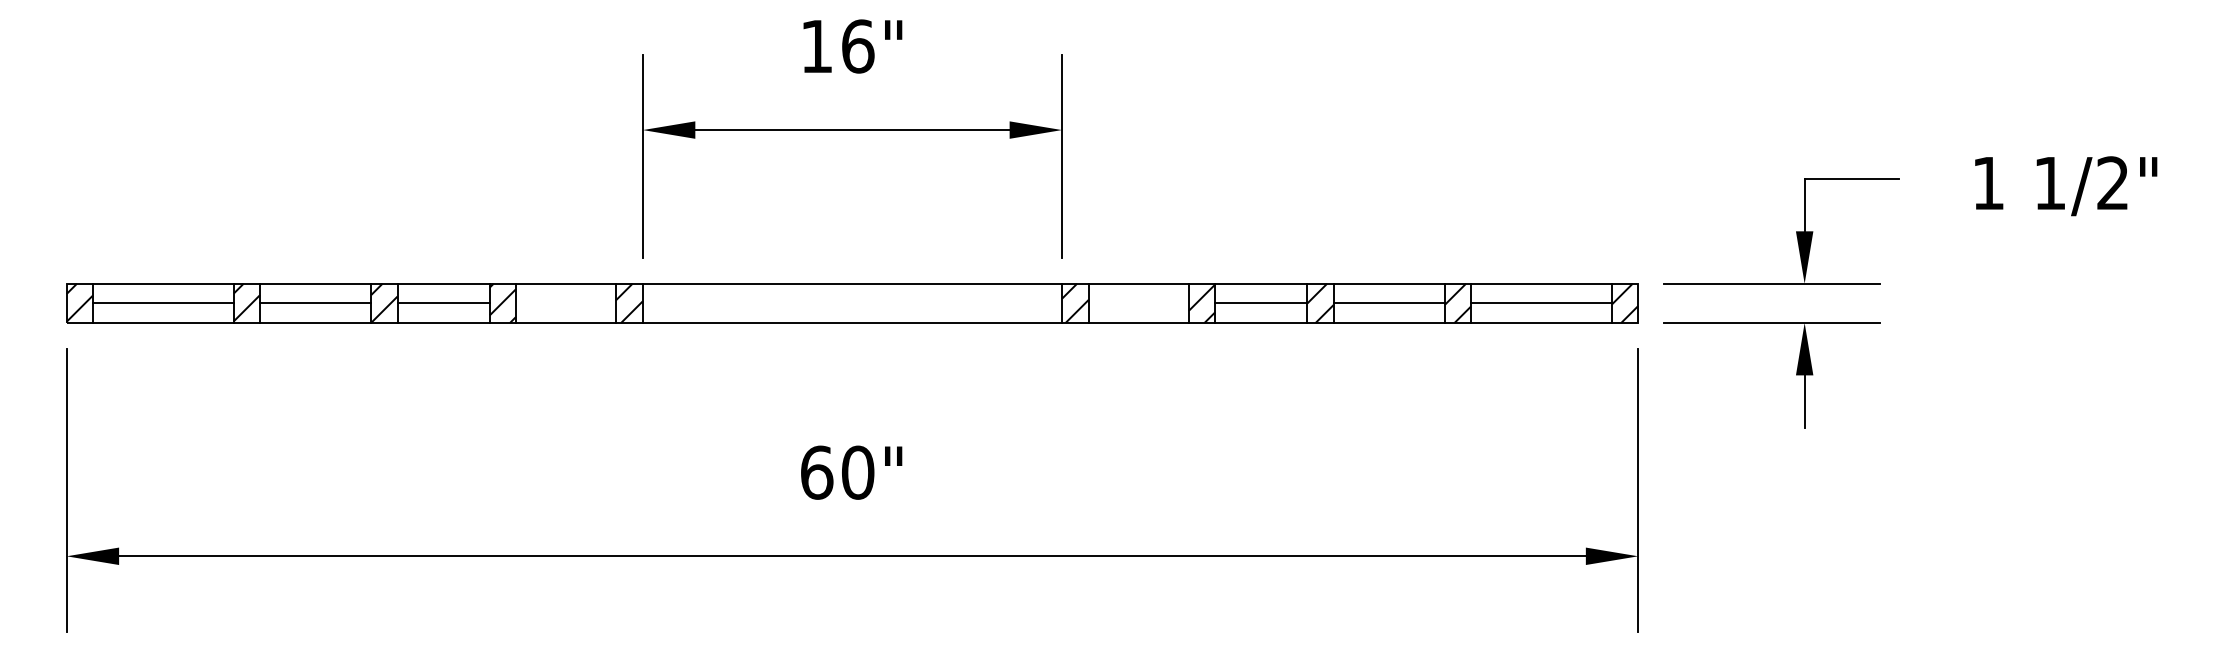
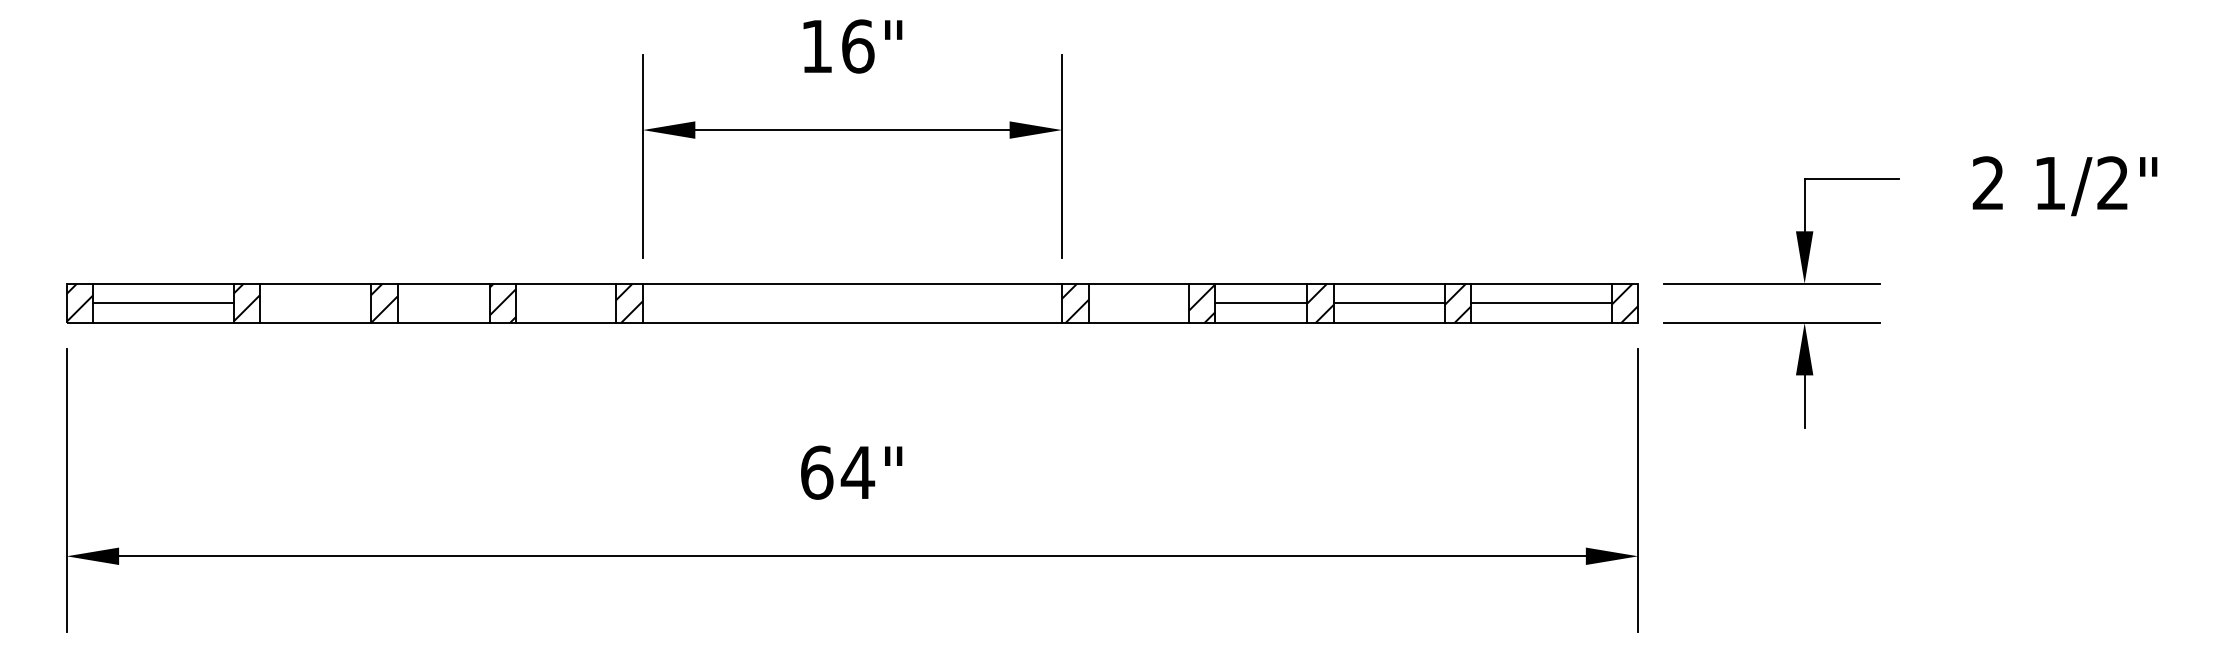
text at (1987, 182): 1 -> 2
line at (315, 303): present -> none
line at (443, 303): present -> none
text at (857, 472): 60" -> 64"
